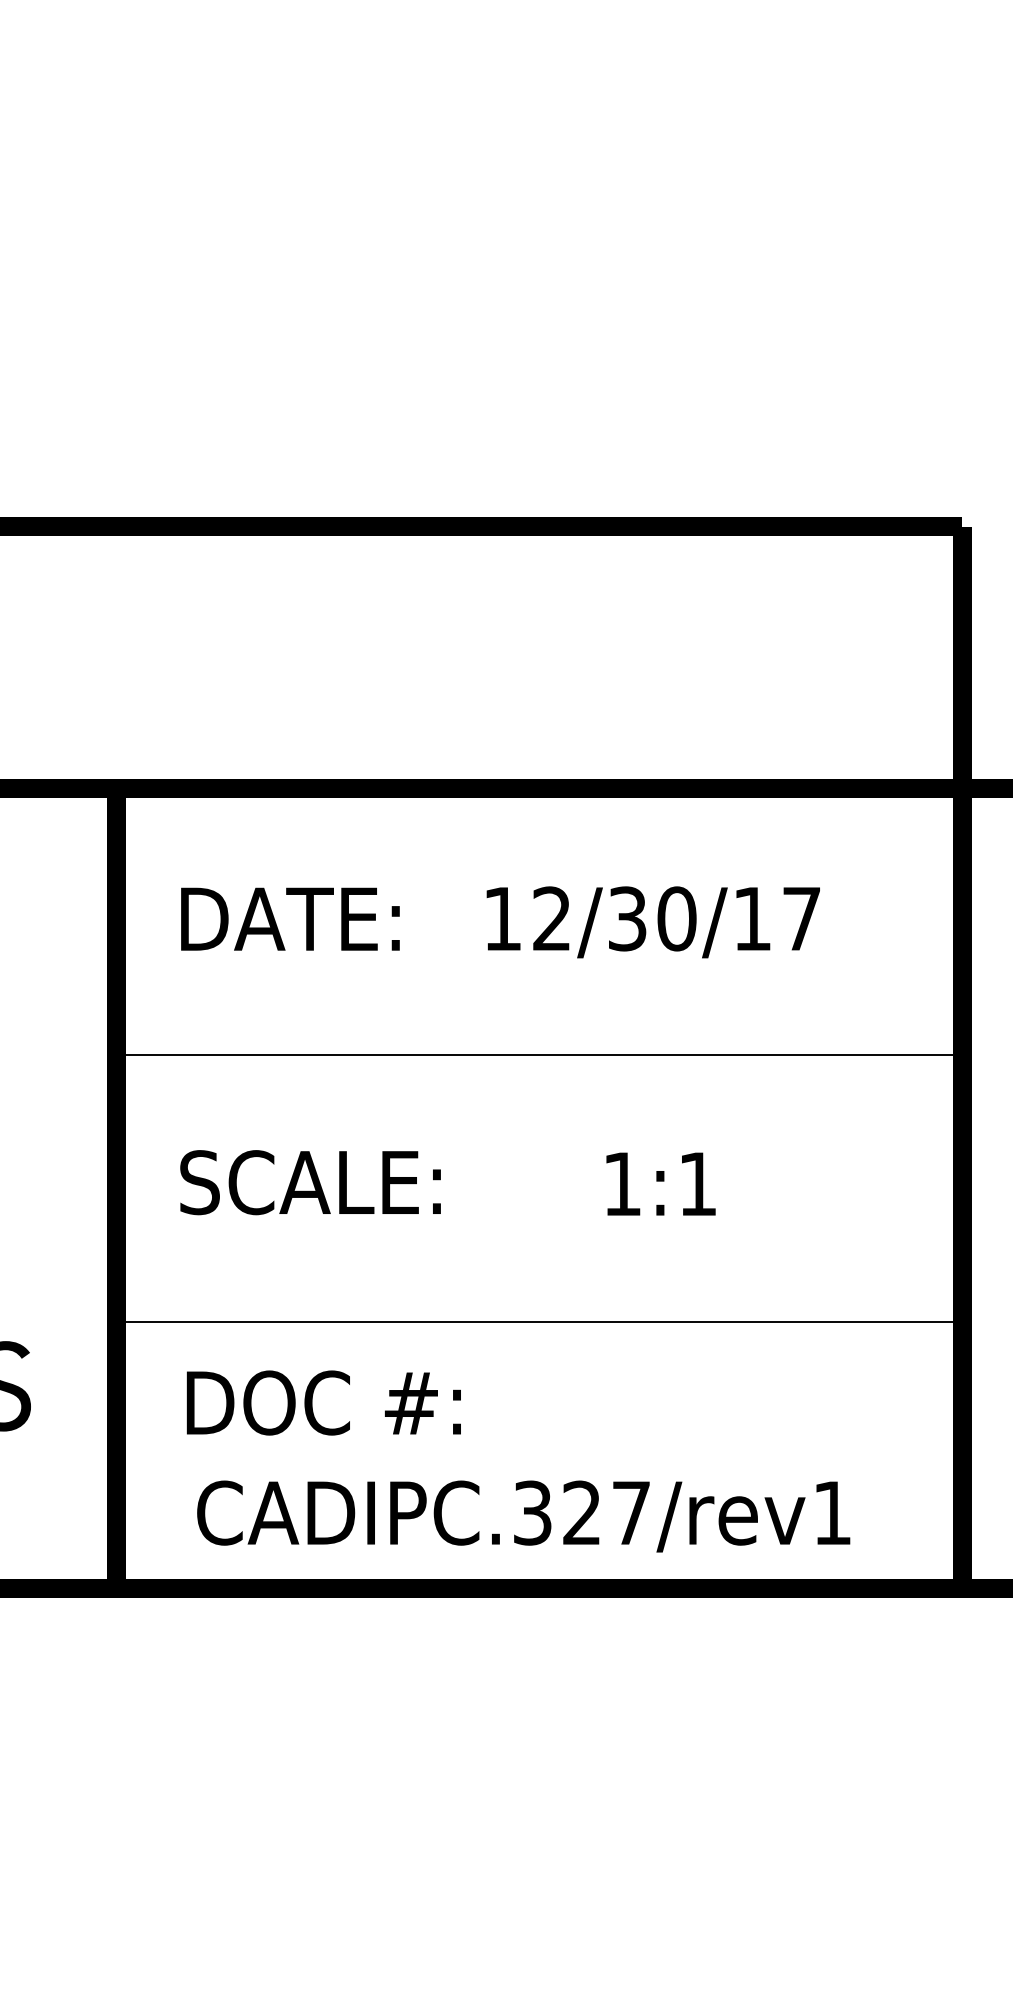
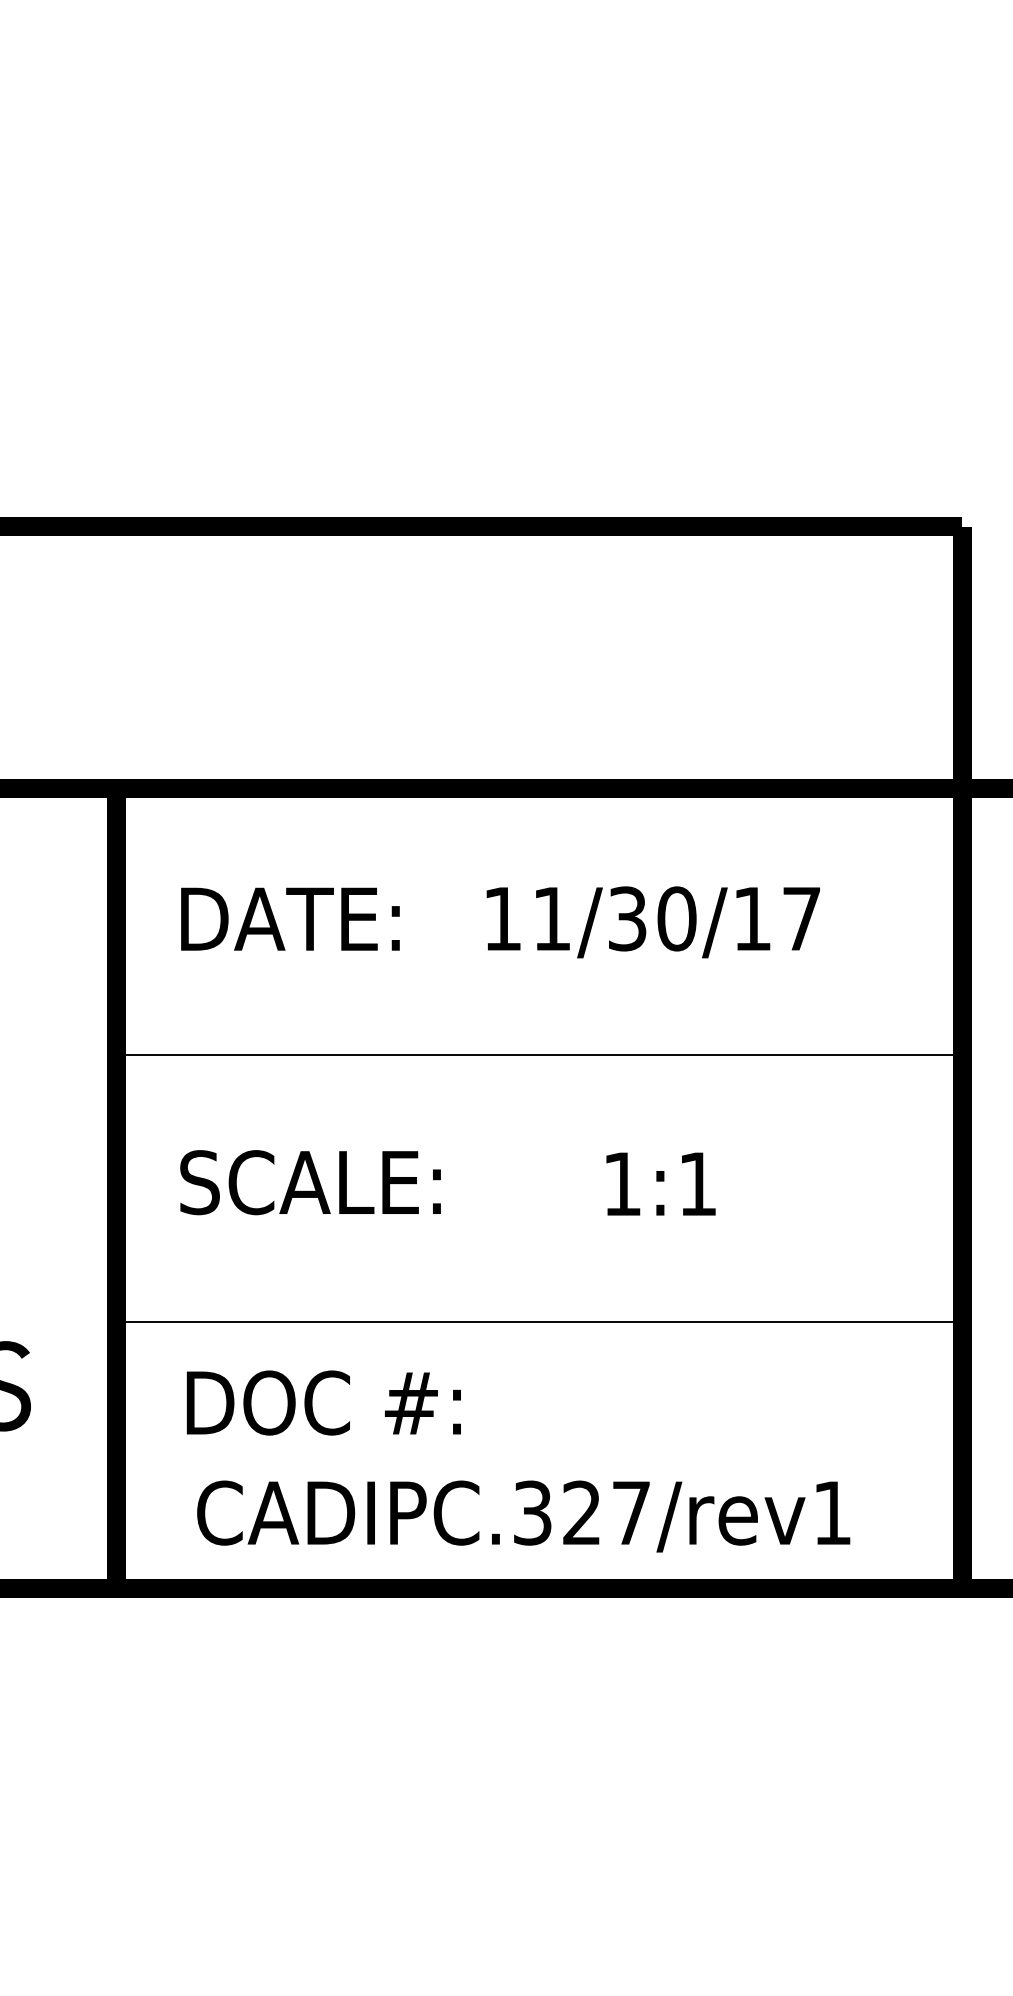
text at (551, 918): 12/30/17 -> 11/30/17
